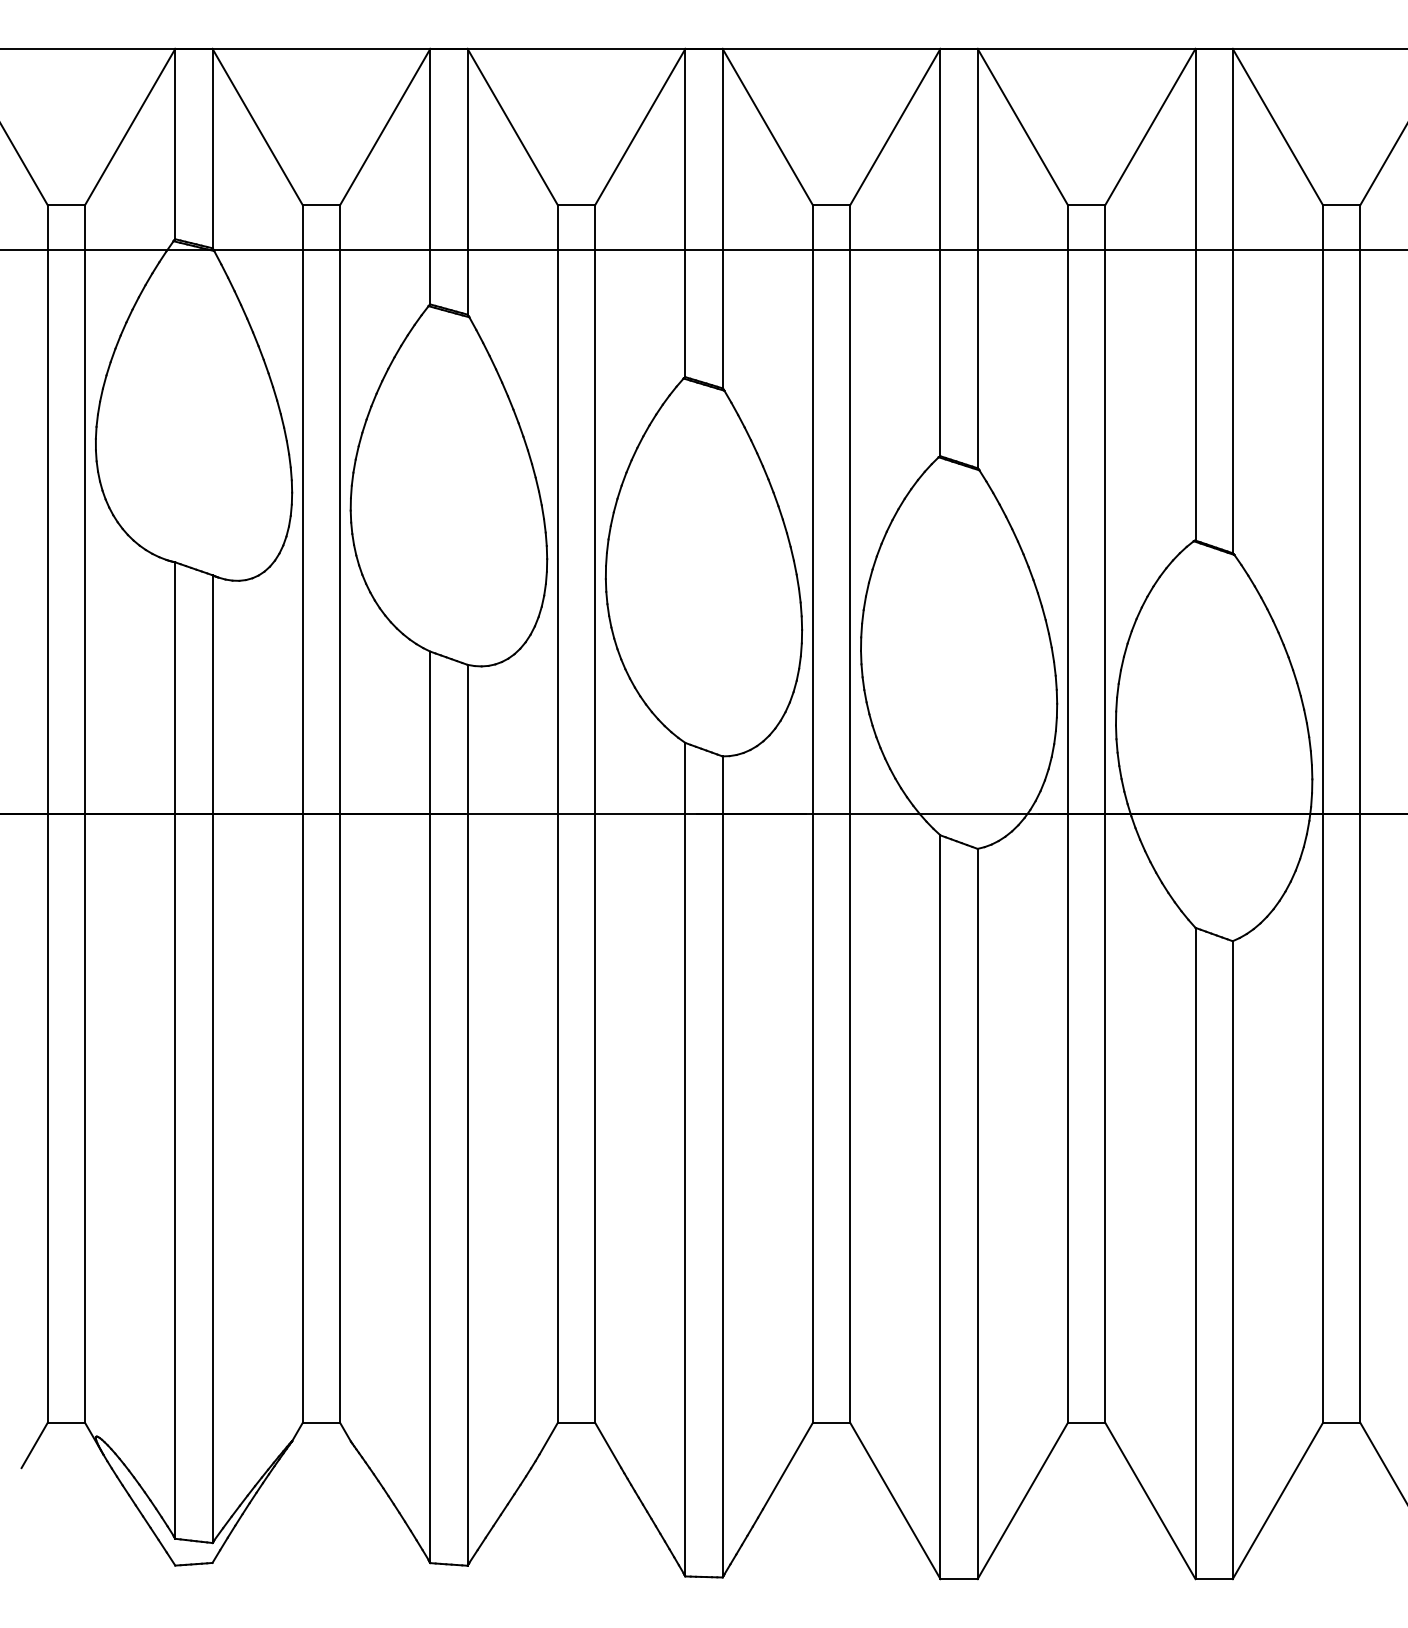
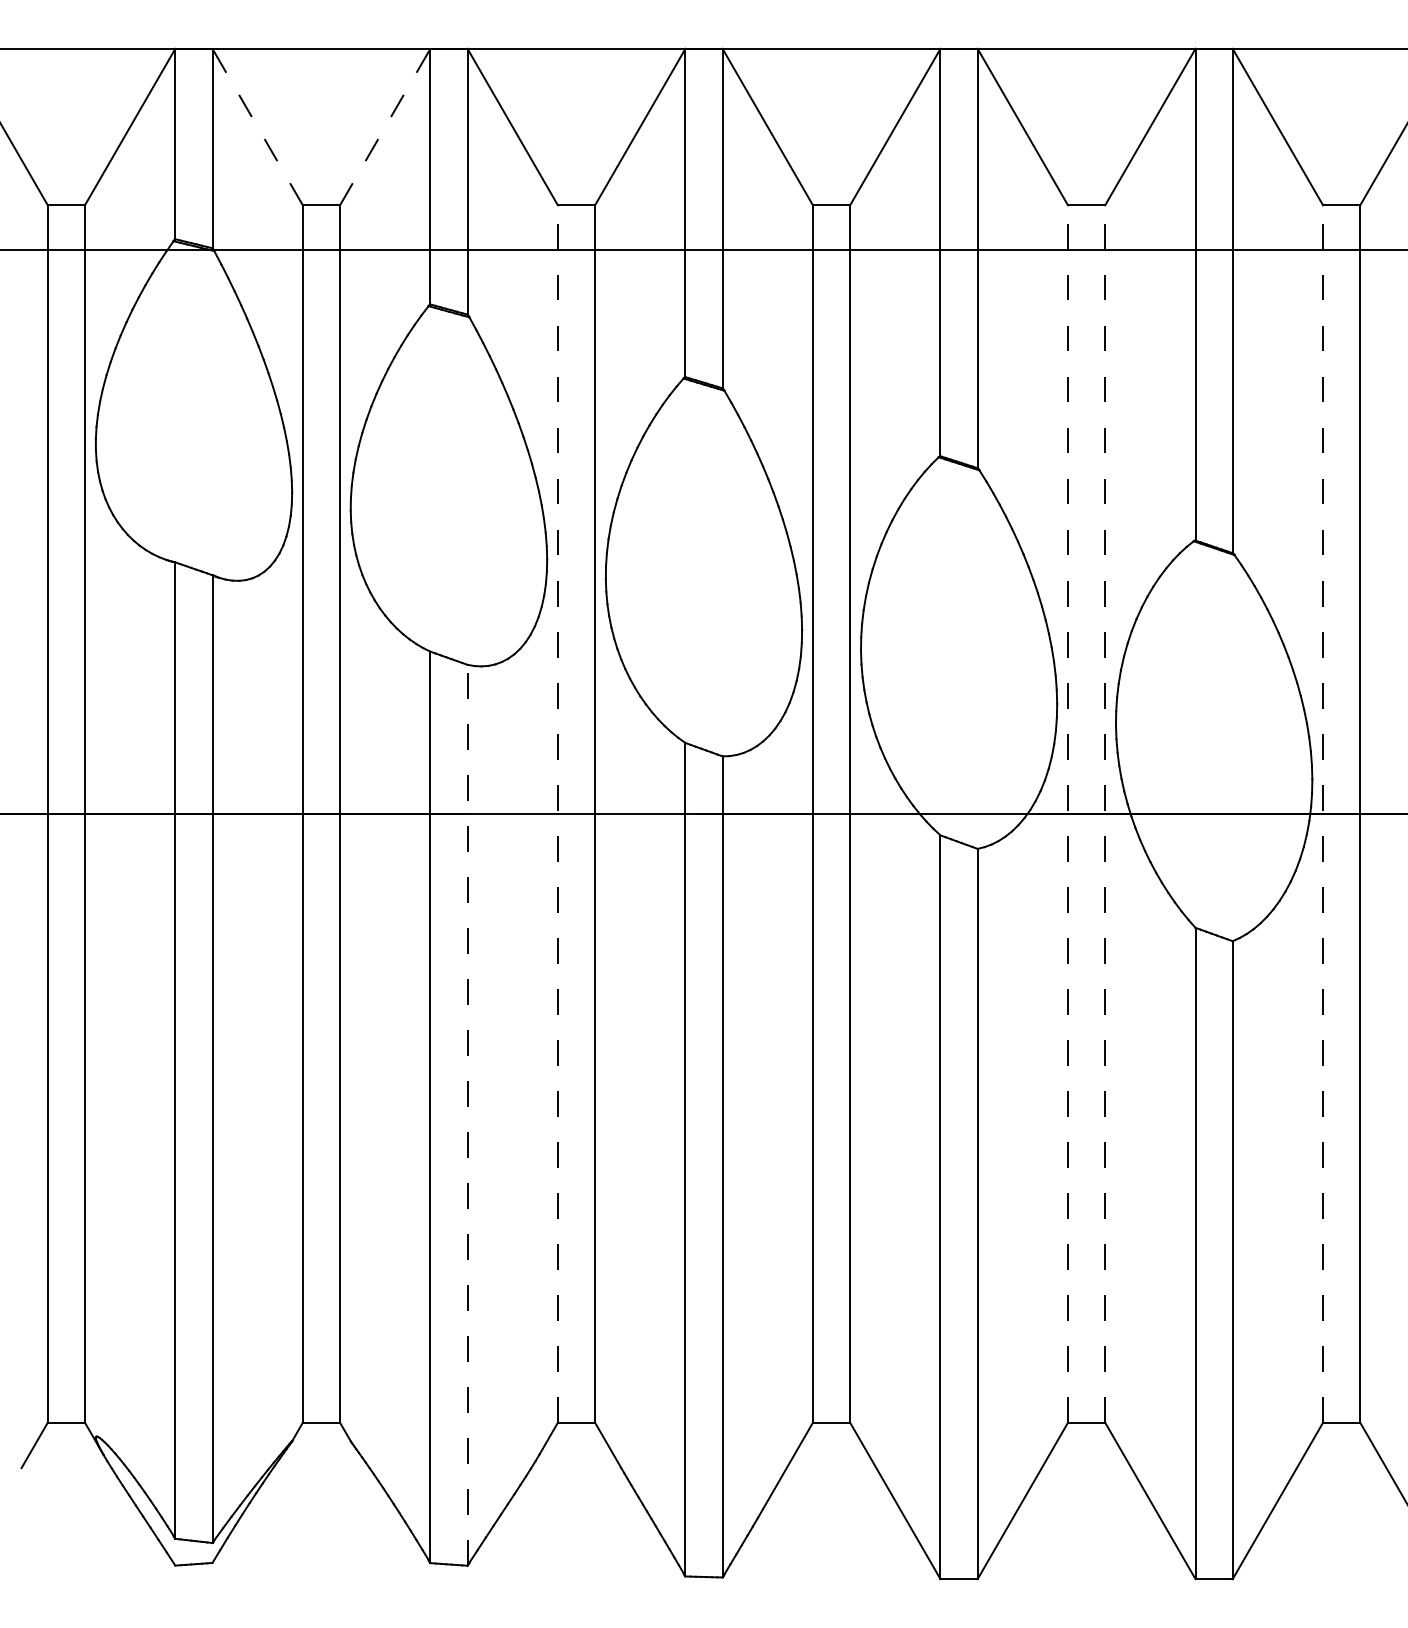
line at (257, 126): solid -> dashed
line at (385, 126): solid -> dashed
line at (557, 813): solid -> dashed
line at (1068, 813): solid -> dashed
line at (1105, 813): solid -> dashed
line at (1323, 813): solid -> dashed
line at (467, 1114): solid -> dashed
